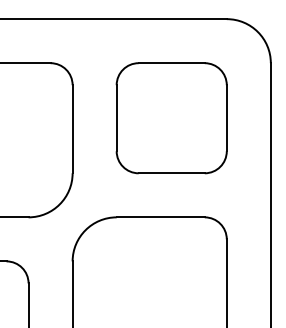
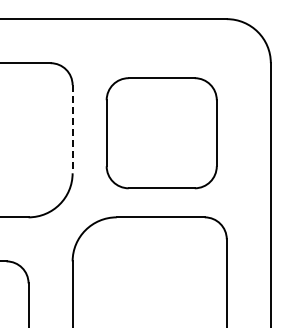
part at (171, 118) position: (171, 118) -> (161, 133)
line at (72, 129): solid -> dashed
